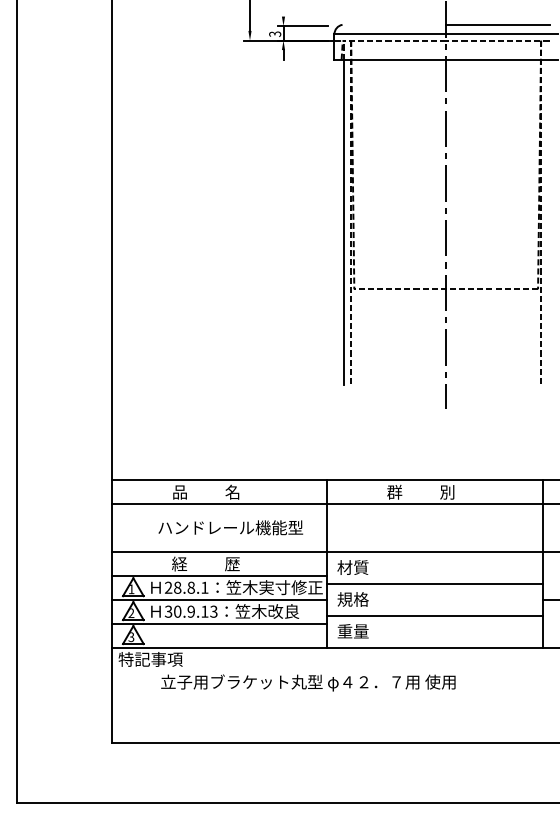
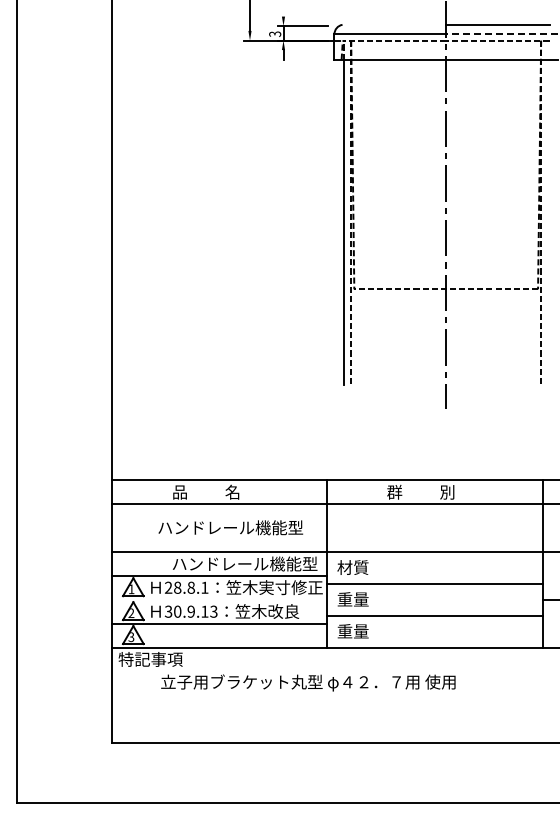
line at (502, 34): solid -> dashed
text at (244, 563): 経          歴 -> ハンドレール機能型
line at (219, 599): present -> none
text at (352, 599): 規格 -> 重量
